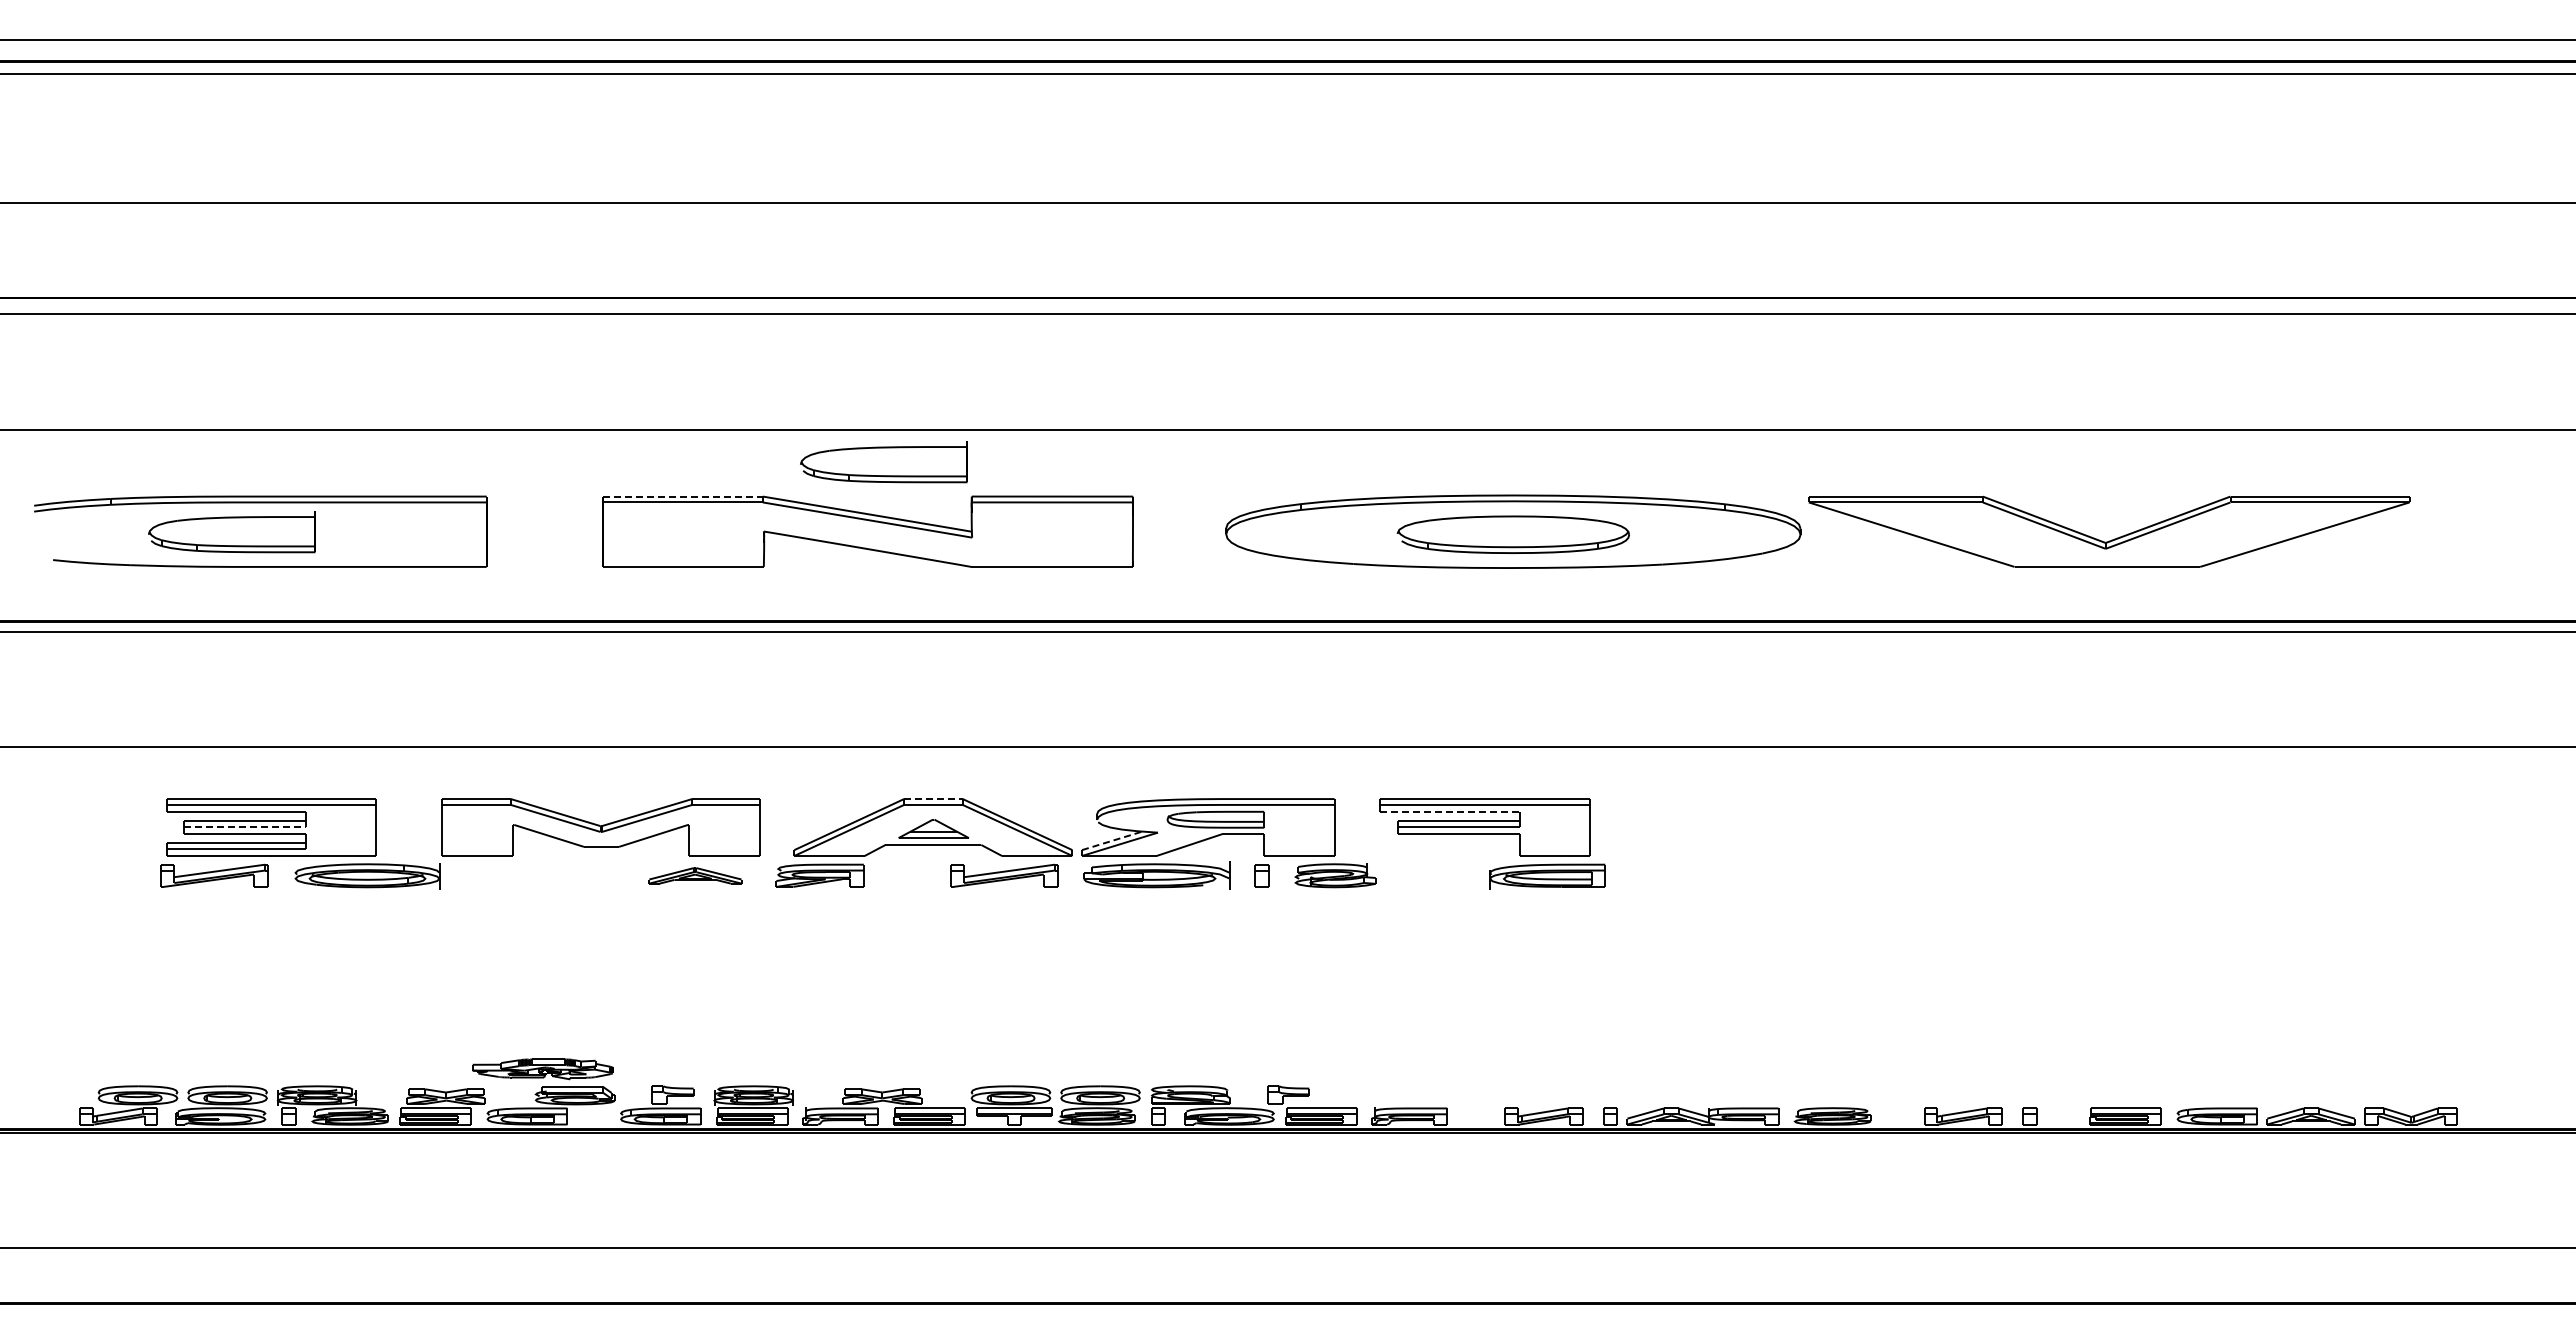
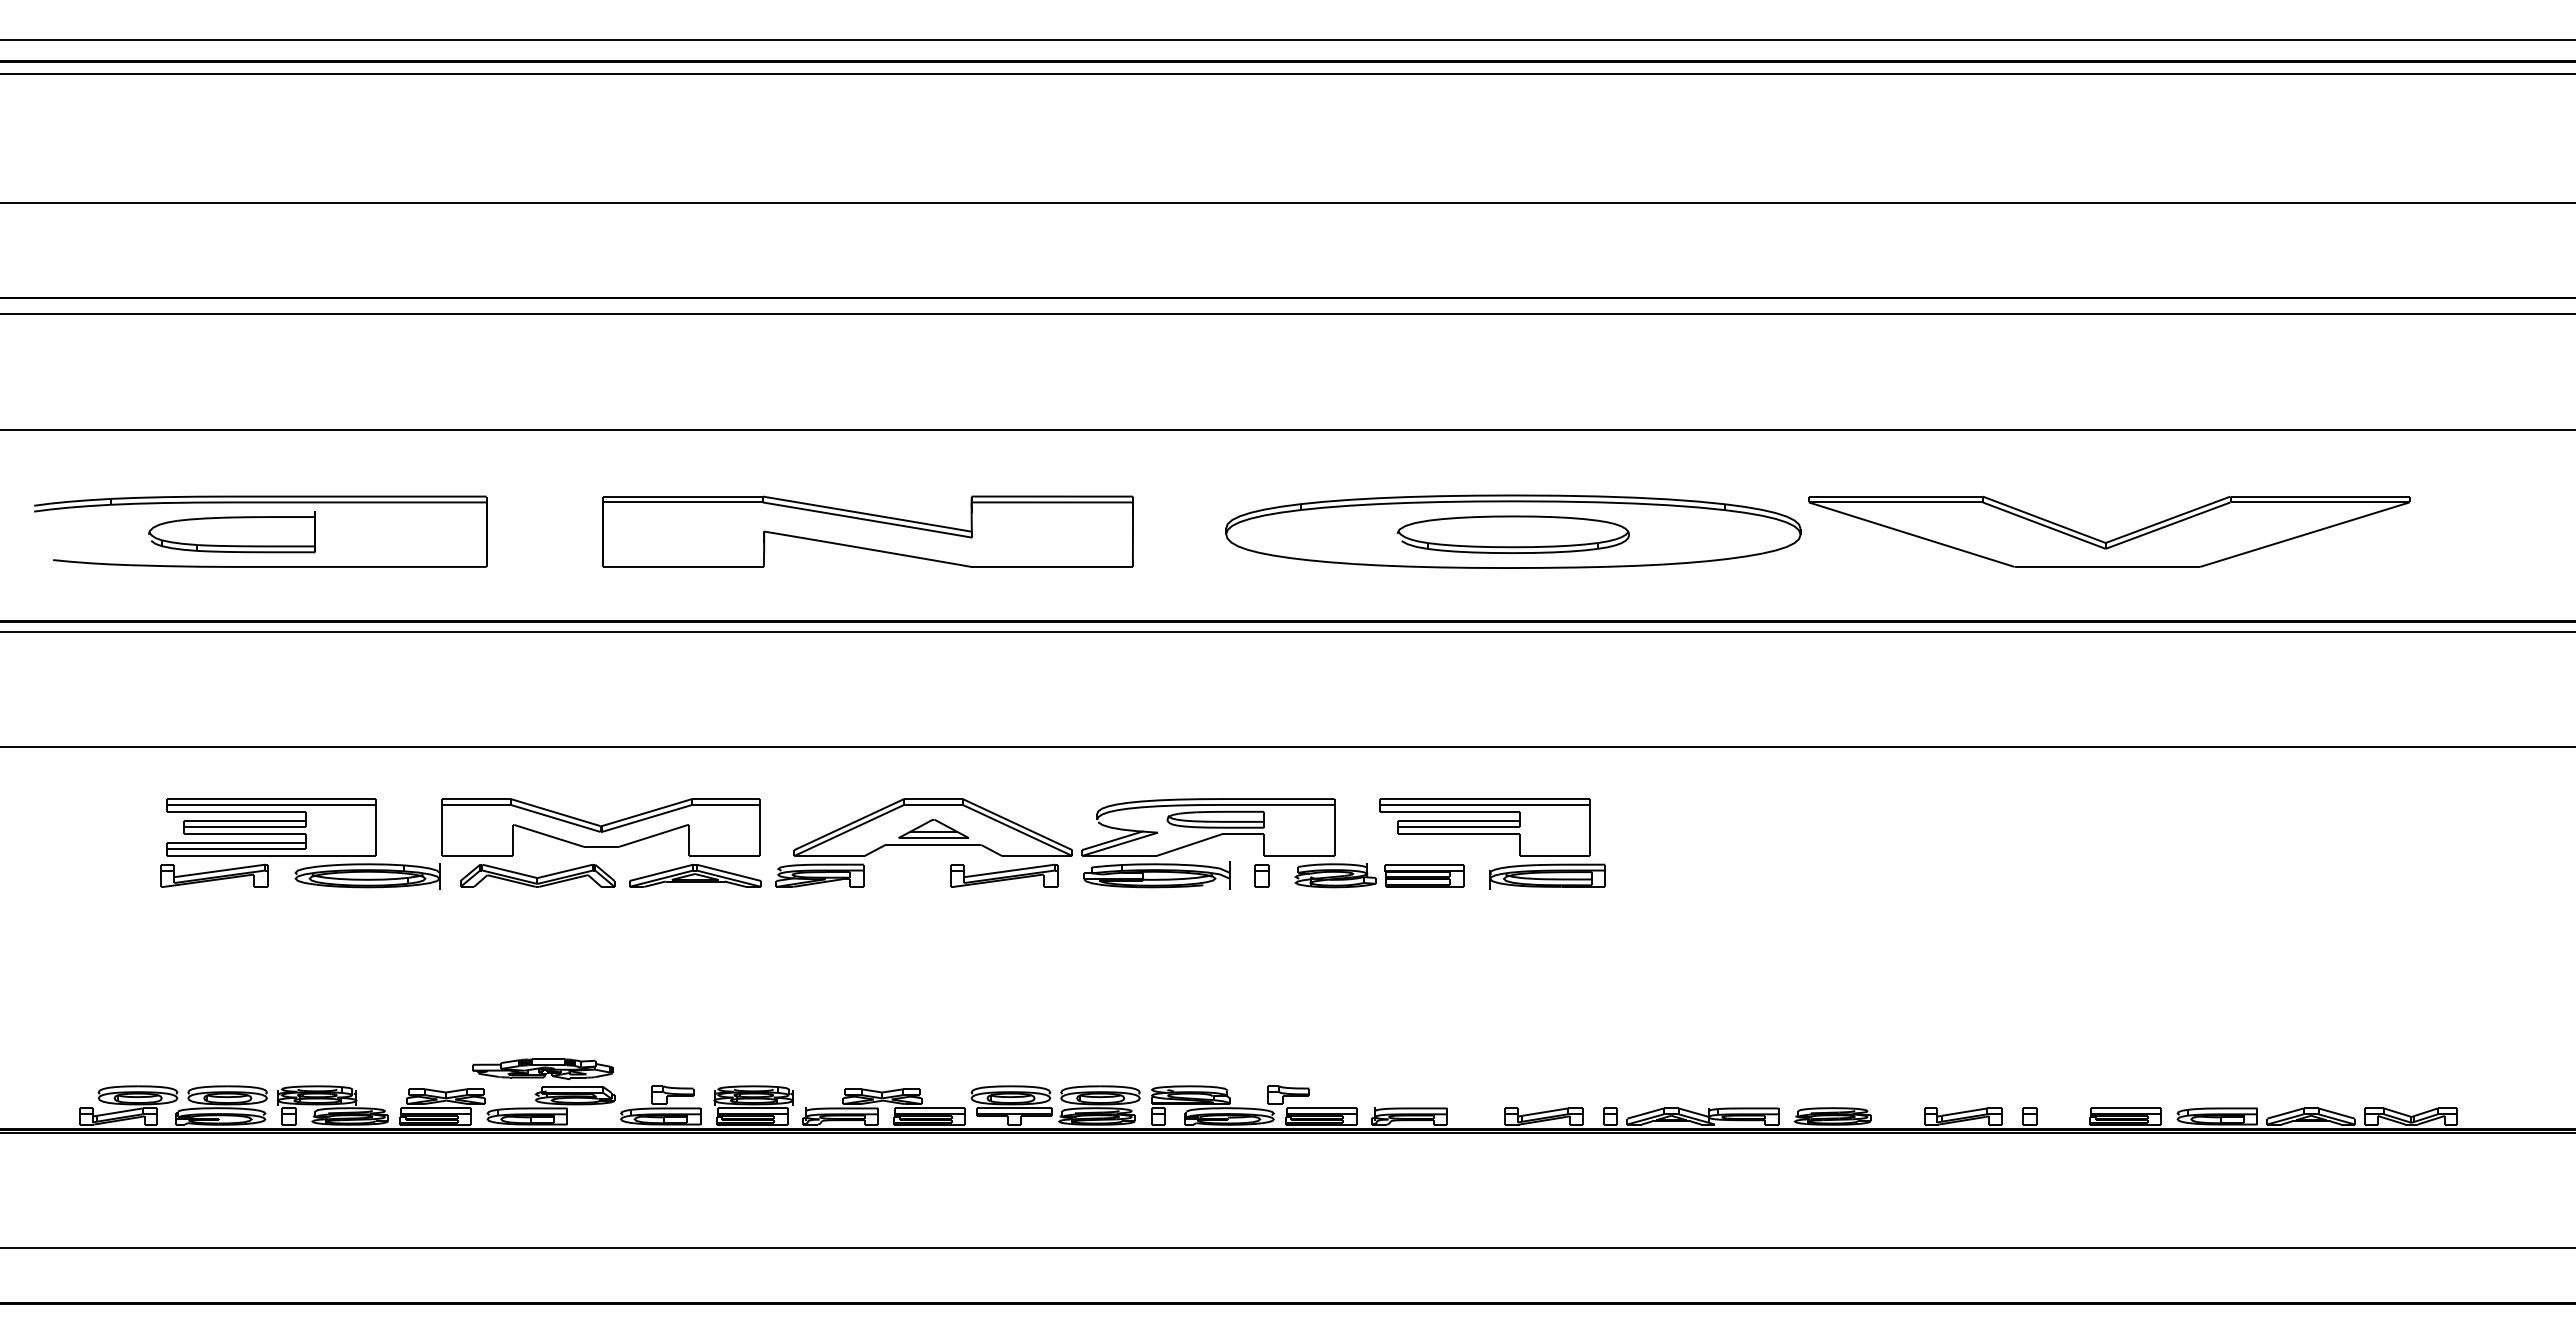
part at (883, 462): present -> none
line at (683, 496): dashed -> solid
line at (933, 799): dashed -> solid
line at (1449, 811): dashed -> solid
line at (245, 826): dashed -> solid
line at (1113, 840): dashed -> solid
part at (537, 875): none -> present
part at (695, 875) size: 95x18 px -> 133x24 px
part at (1424, 875): none -> present
